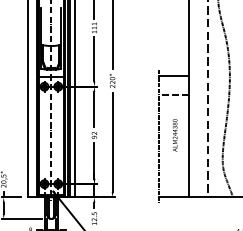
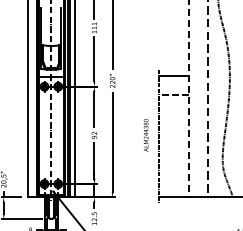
line at (188, 99): solid -> dashed
text at (174, 135) position: (174, 135) -> (145, 135)
